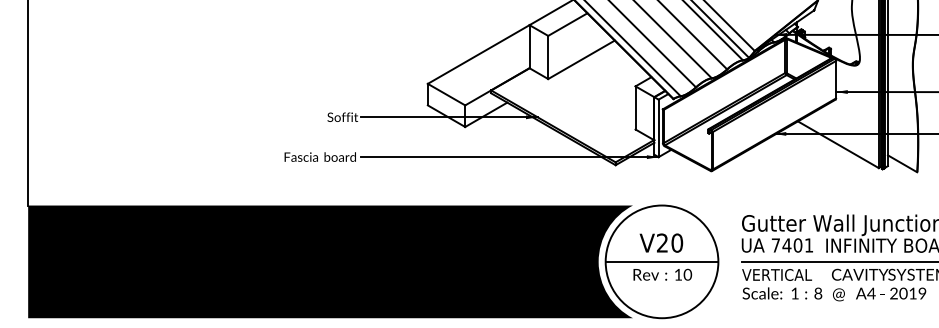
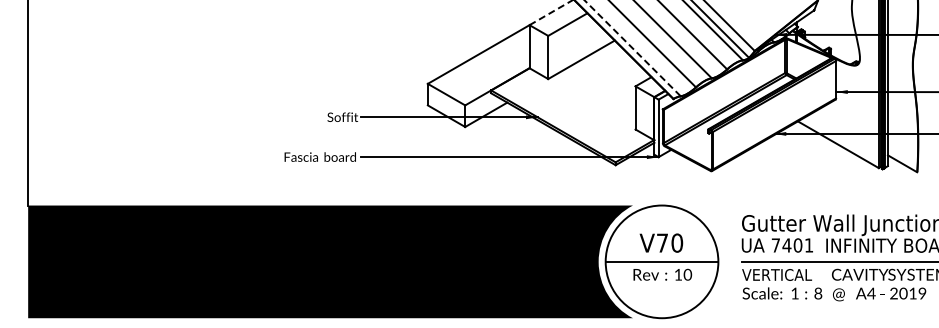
line at (551, 12): solid -> dashed
line at (632, 48): solid -> dashed
text at (662, 242): V20 -> V70
